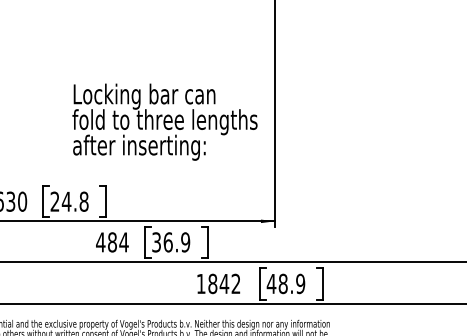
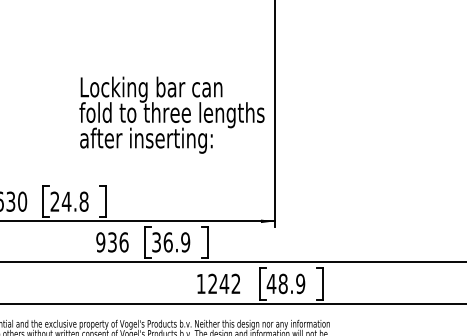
text at (164, 121) position: (164, 121) -> (171, 114)
text at (112, 242): 484 -> 936
text at (212, 283): 1842 -> 1242
